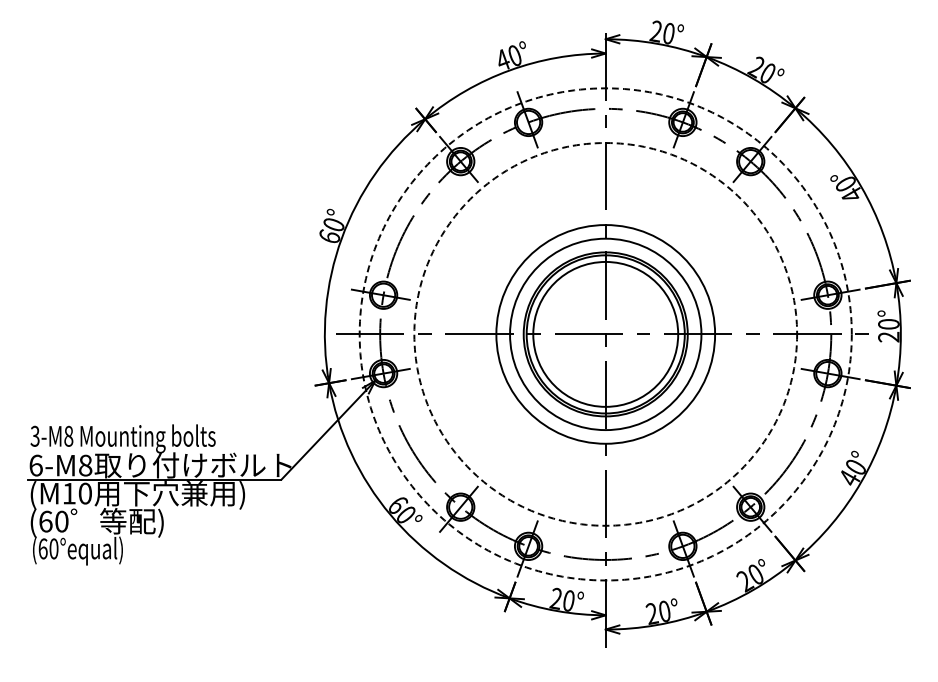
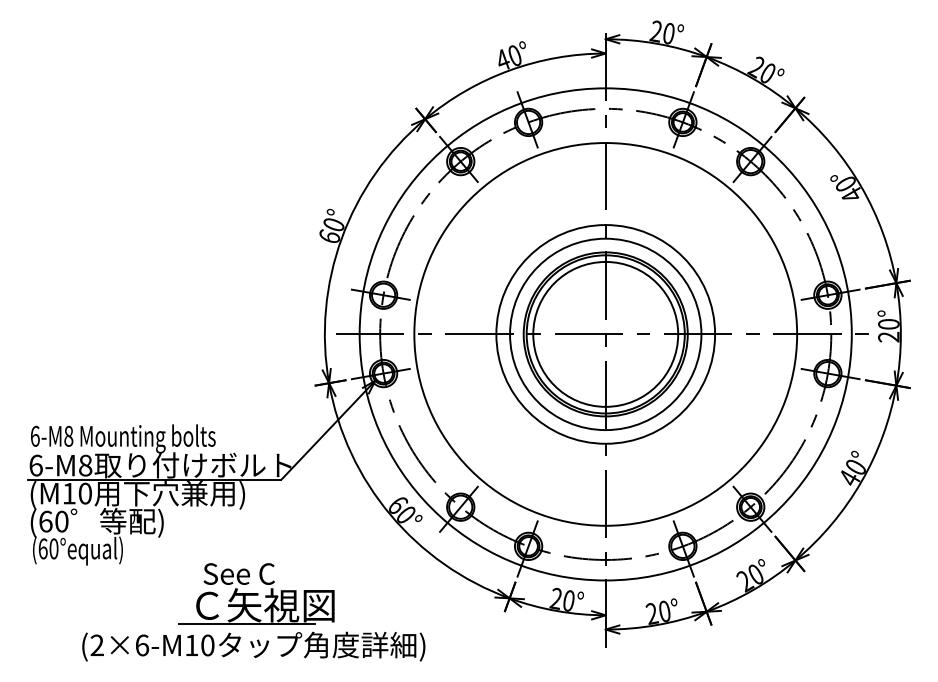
circle at (605, 334): dashed -> solid
circle at (605, 334): dashed -> solid
text at (34, 435): 3-M8 -> 6-M8
part at (253, 612): none -> present
